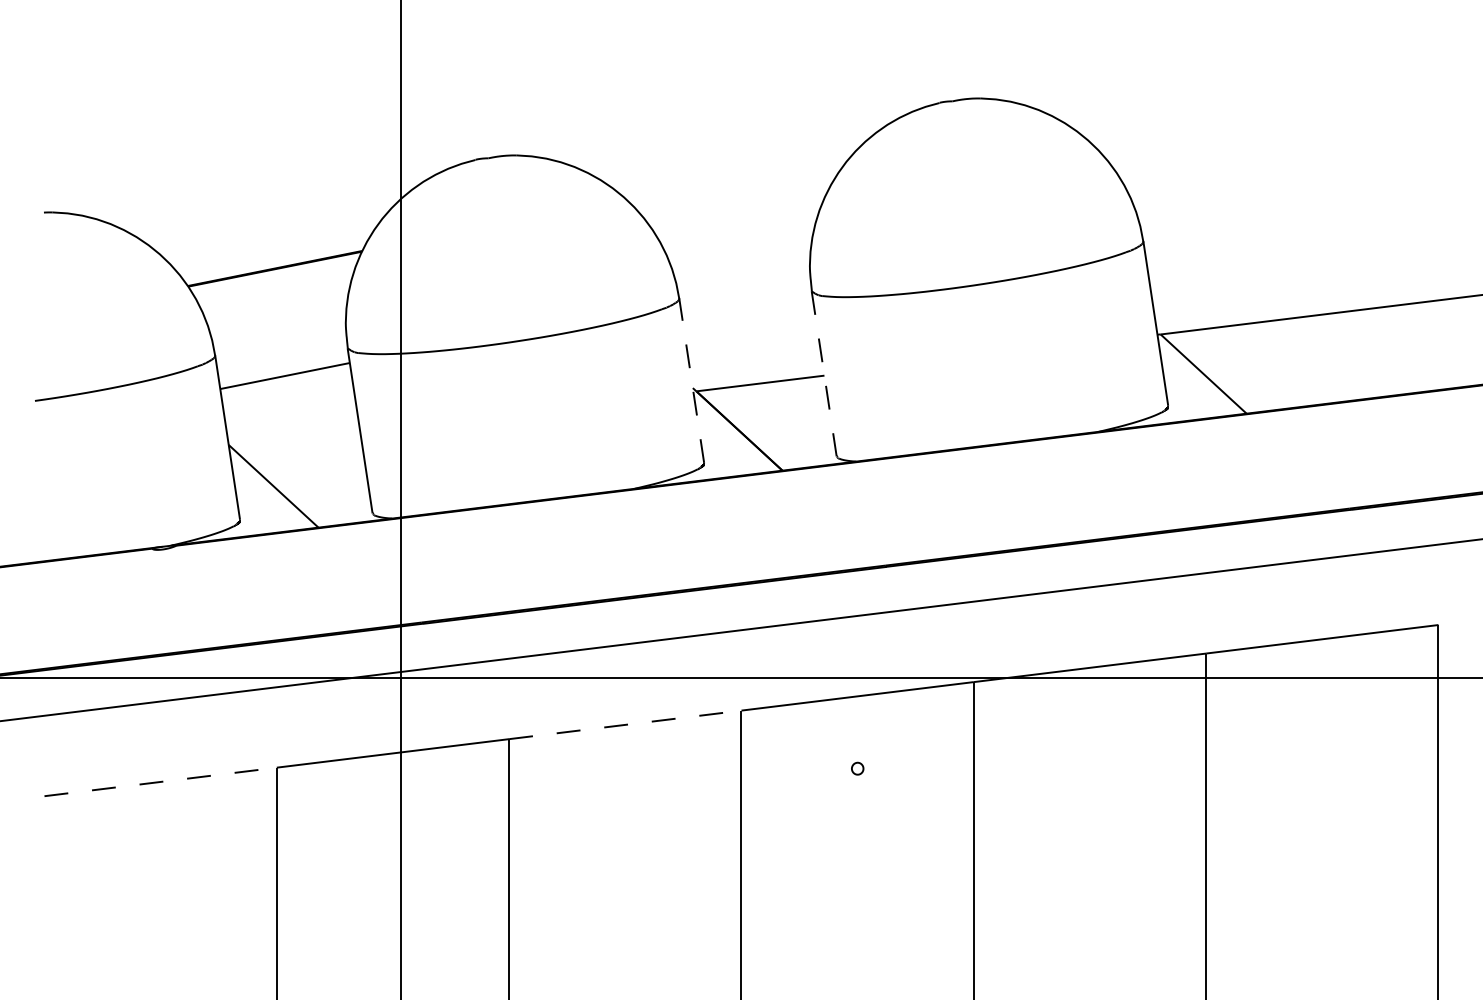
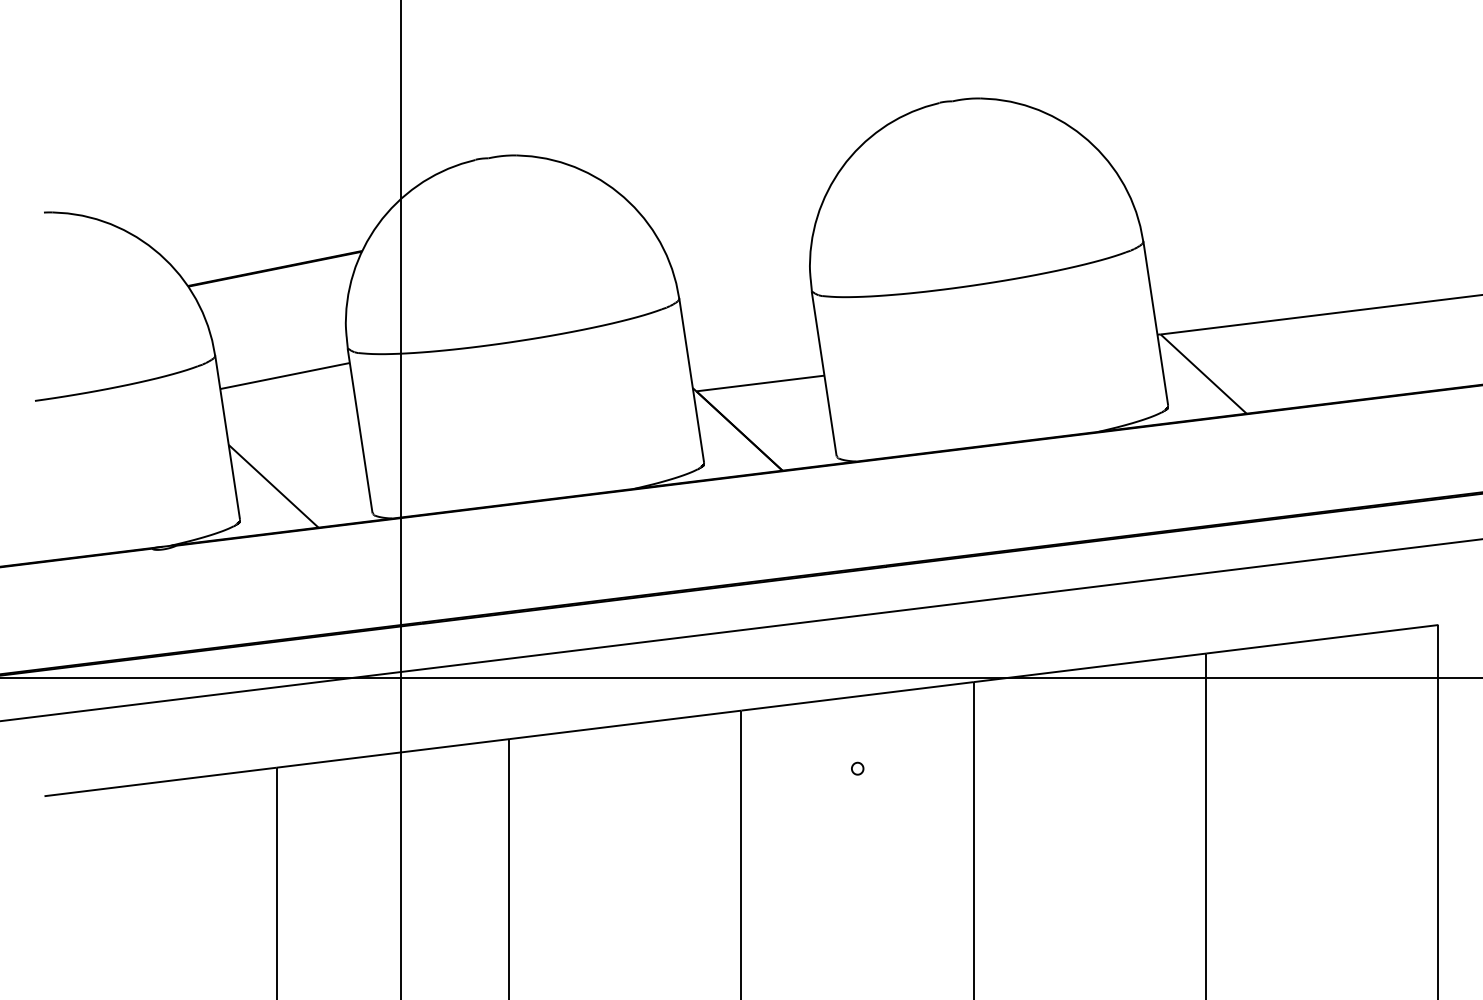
line at (824, 374): dashed -> solid
line at (691, 379): dashed -> solid
line at (625, 724): dashed -> solid
line at (161, 781): dashed -> solid
